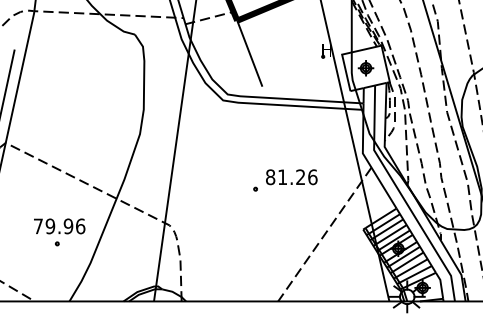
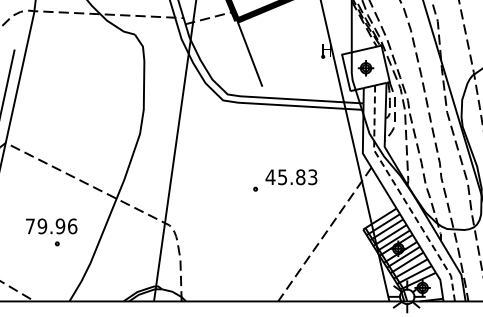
text at (291, 177): 81.26 -> 45.83
line at (402, 196): solid -> dashed
text at (59, 226) position: (59, 226) -> (51, 226)
